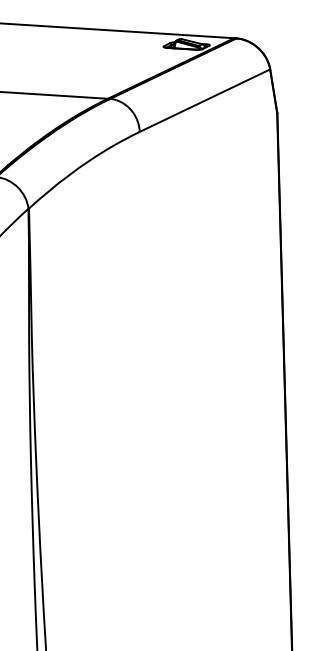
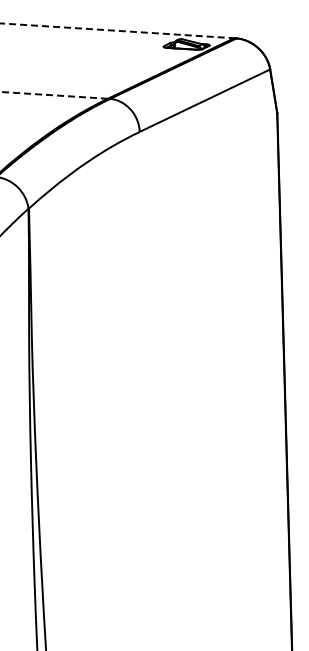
line at (117, 30): solid -> dashed
line at (54, 95): solid -> dashed
